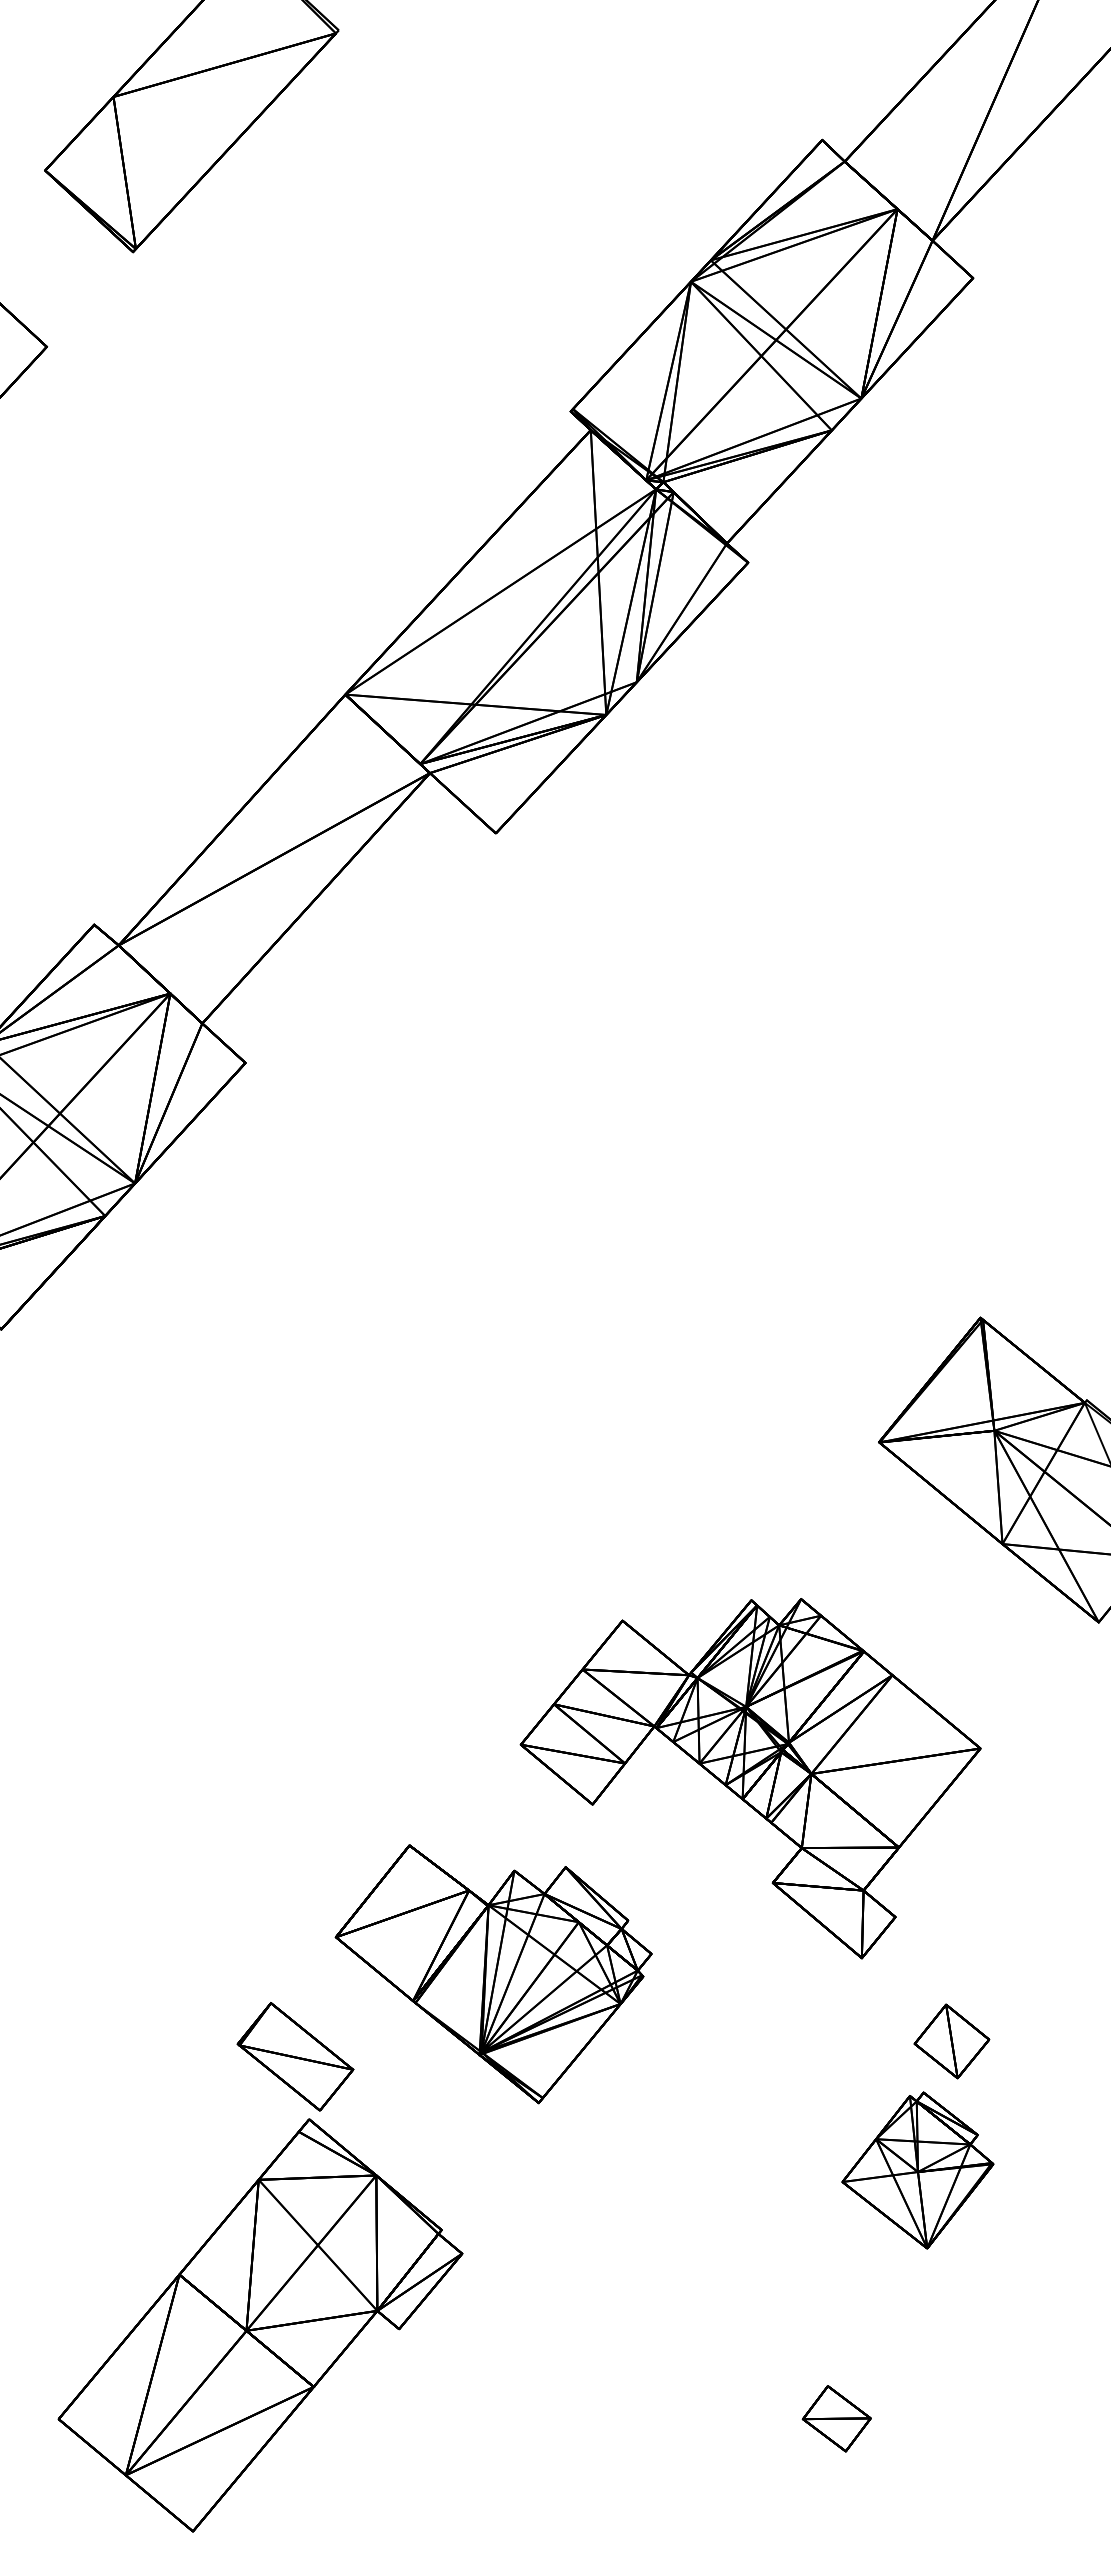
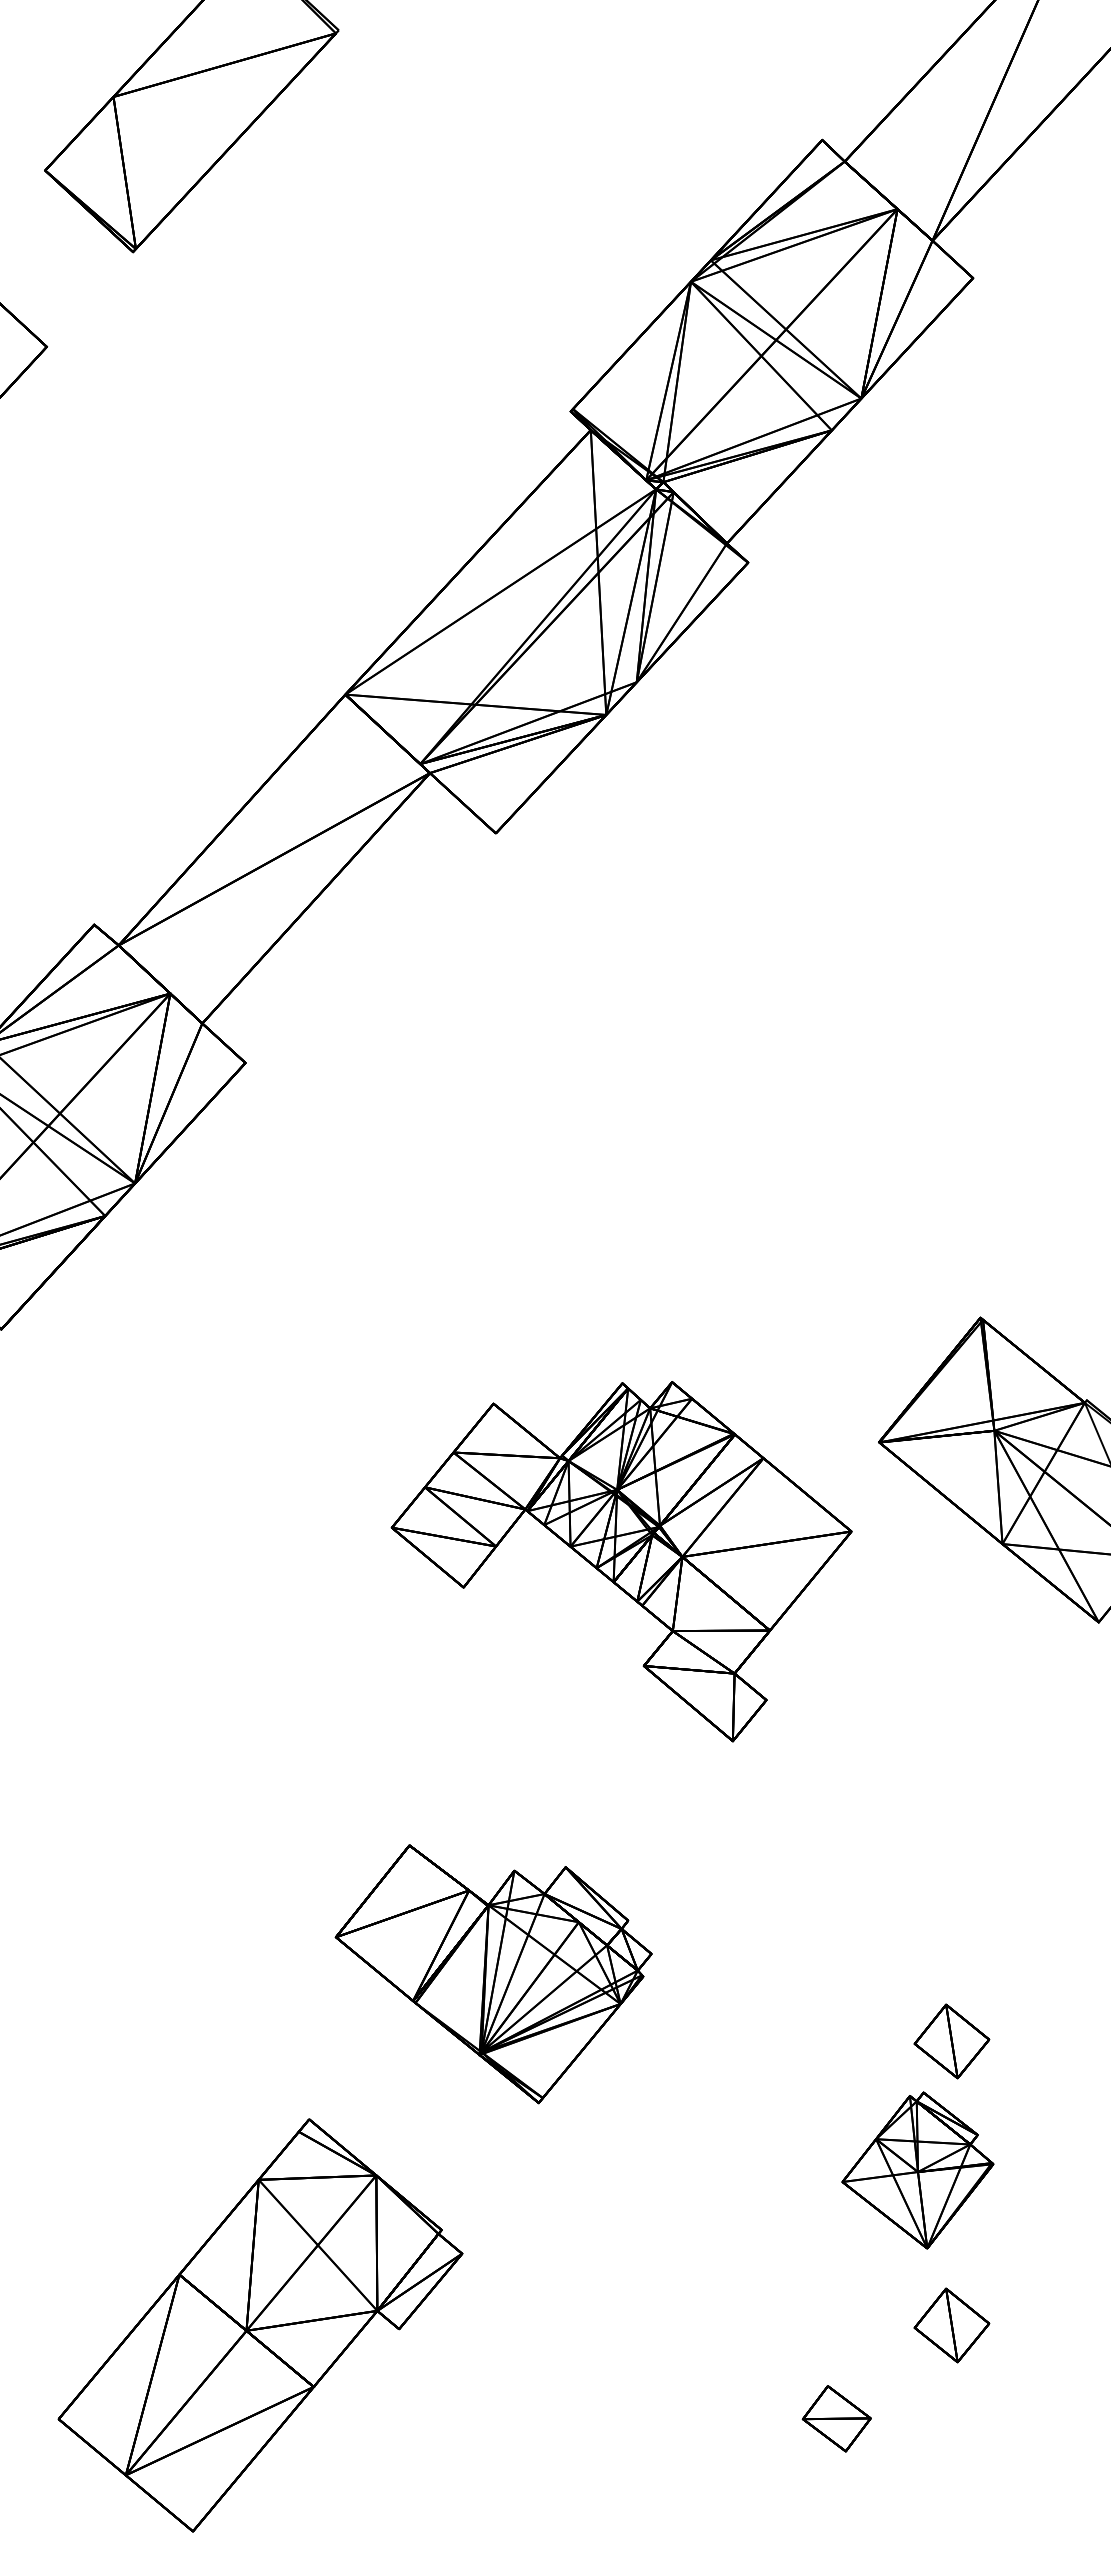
part at (750, 1778) position: (750, 1778) -> (621, 1561)
part at (295, 2056): present -> none
part at (951, 2325): none -> present
